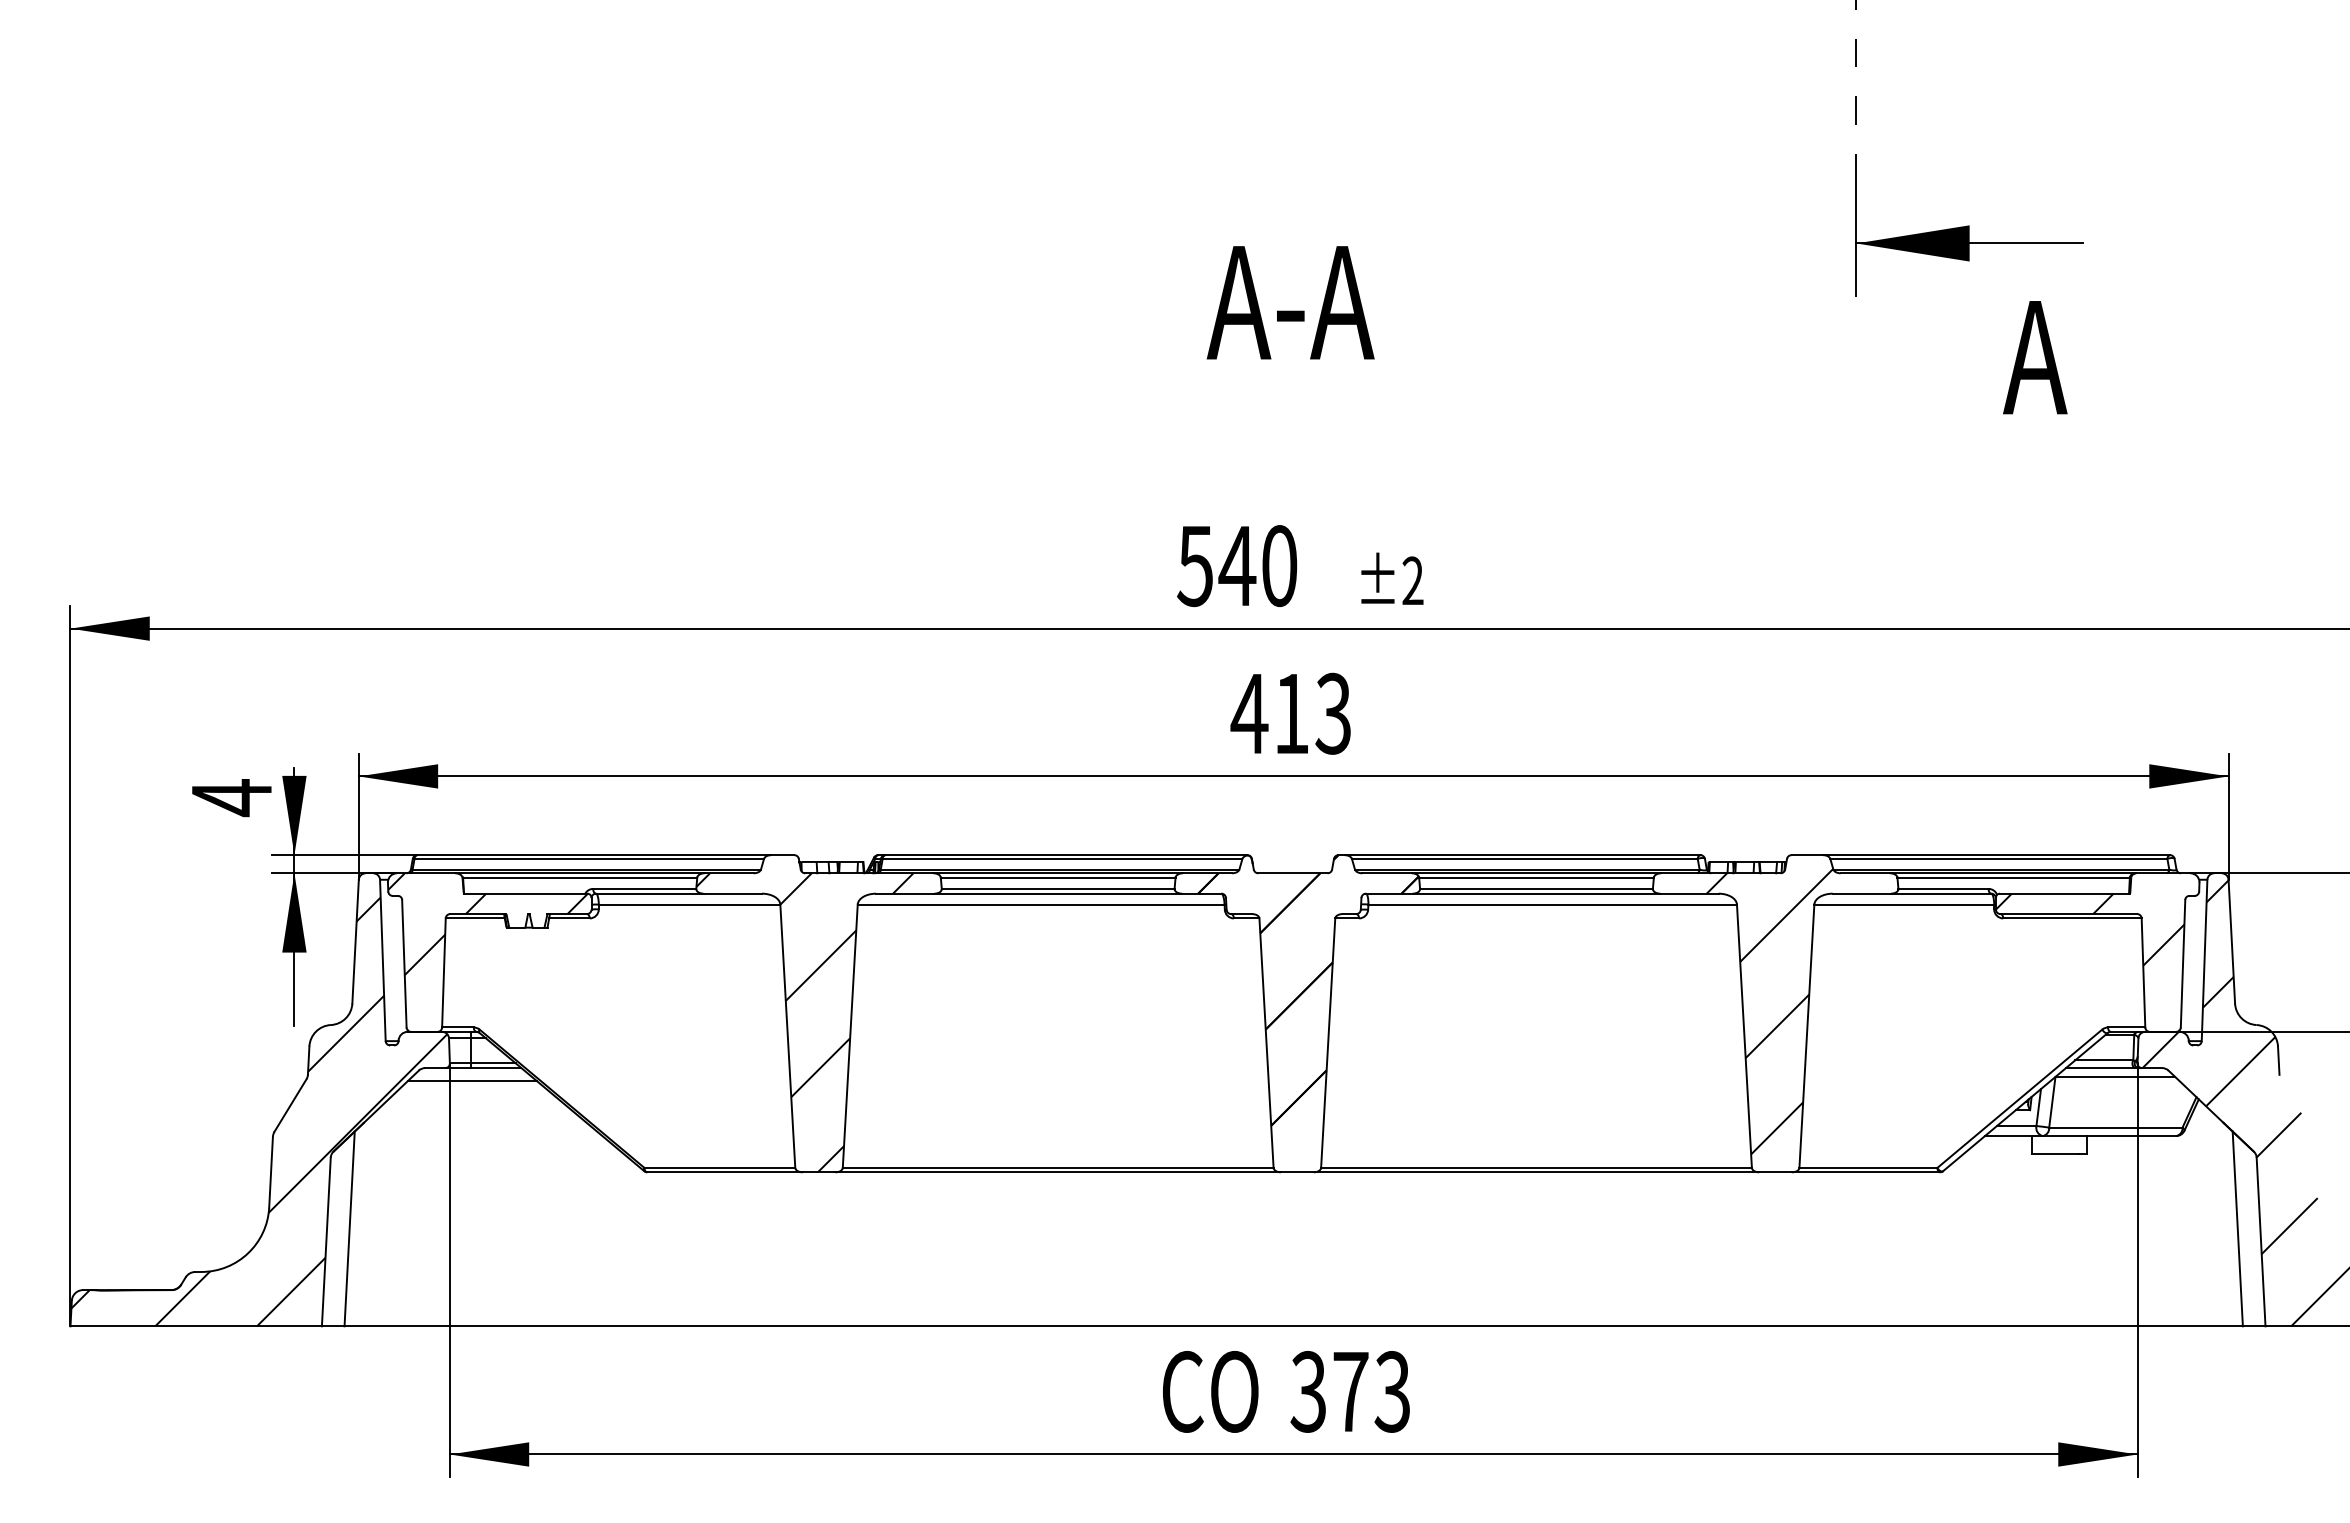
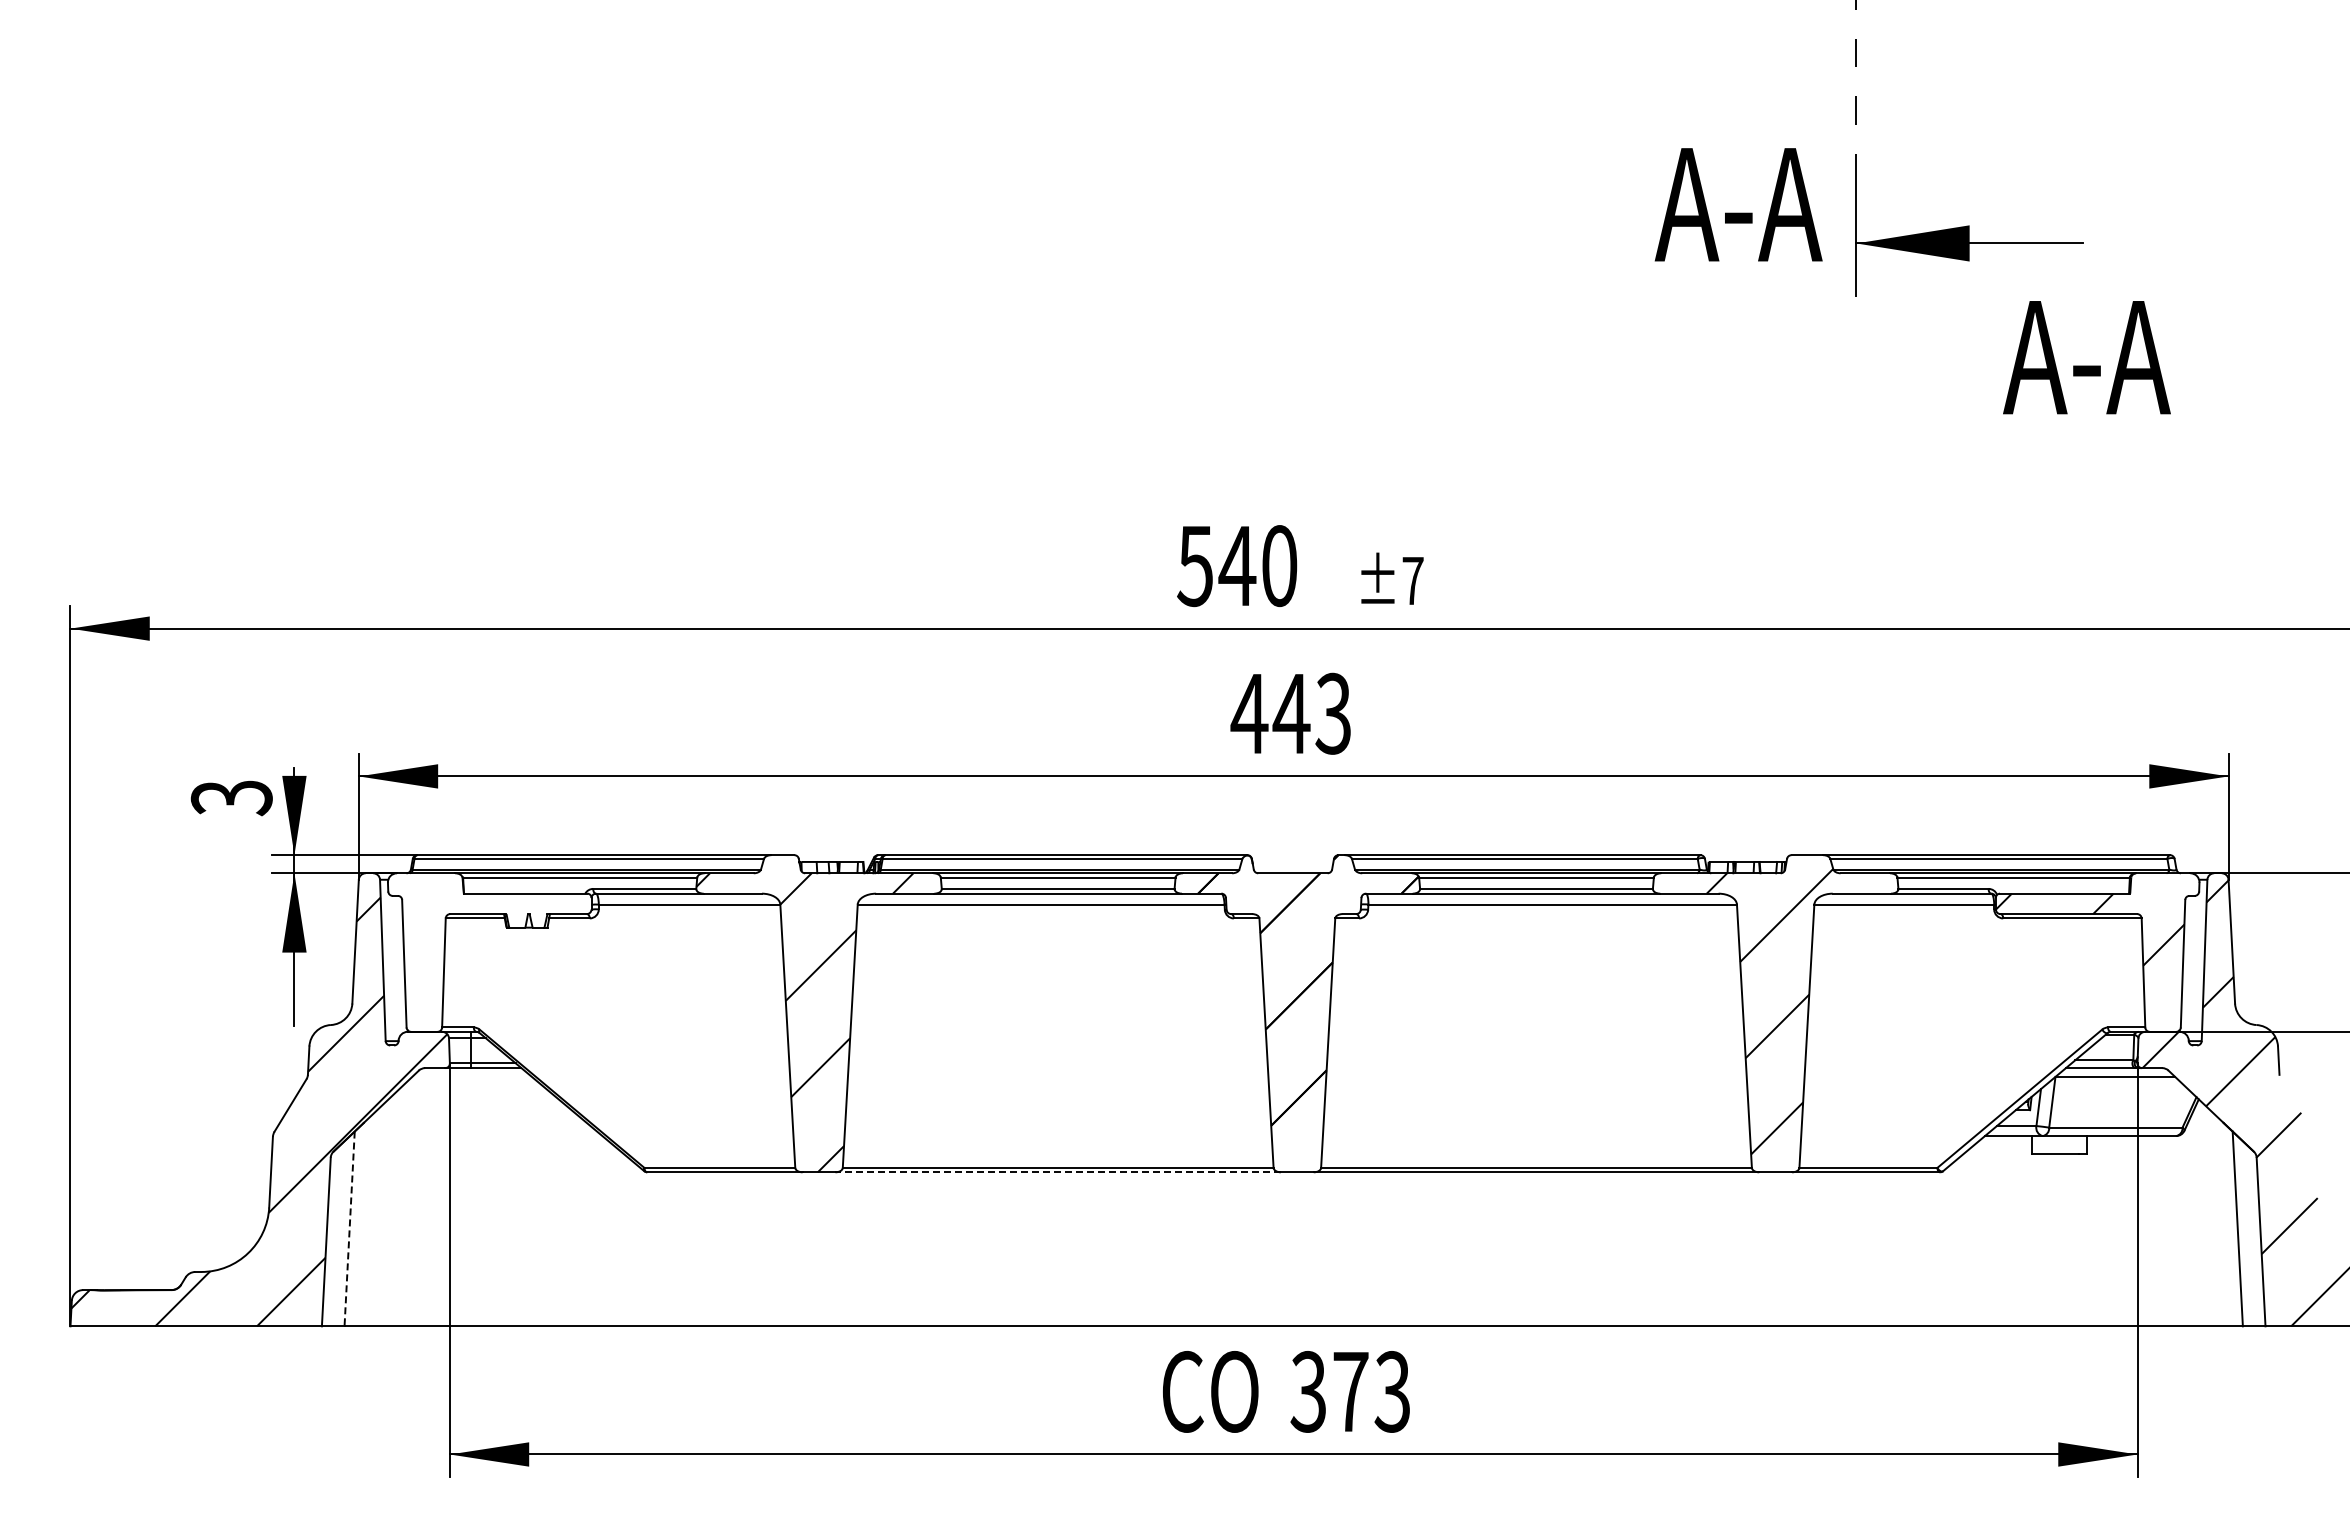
text at (1290, 302) position: (1290, 302) -> (1738, 204)
text at (2121, 357): A -> A-A
text at (1412, 580): ±2 -> ±7
text at (1291, 713): 413 -> 443
text at (231, 798): 4 -> 3
hatch at (487, 924): present -> none
line at (471, 1080): present -> none
line at (1058, 1172): solid -> dashed
line at (349, 1228): solid -> dashed
